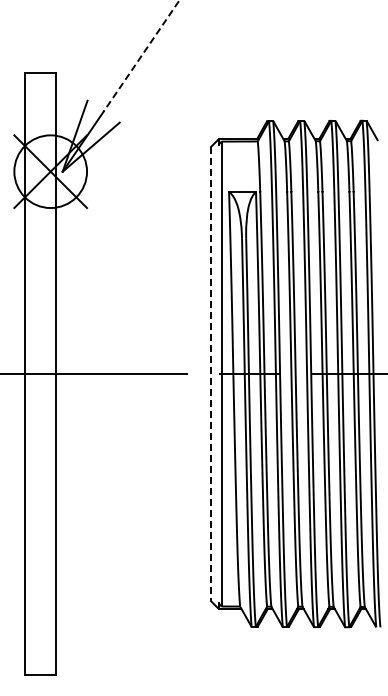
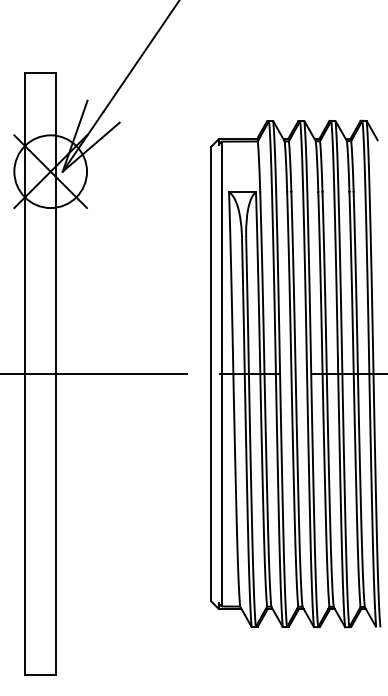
line at (141, 56): dashed -> solid
line at (211, 374): dashed -> solid
